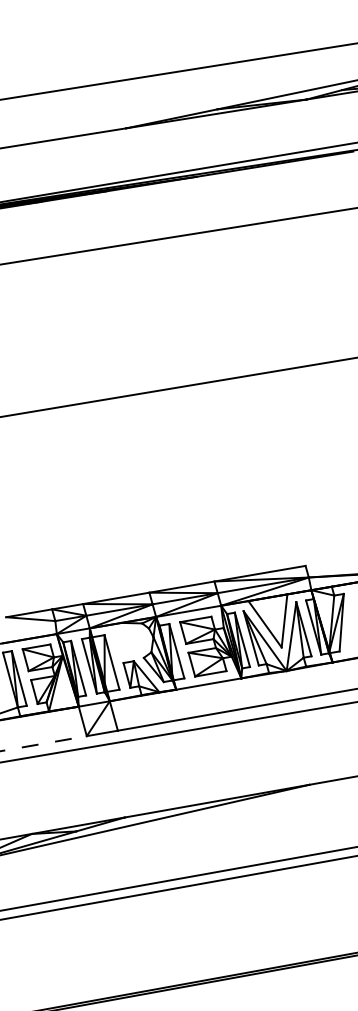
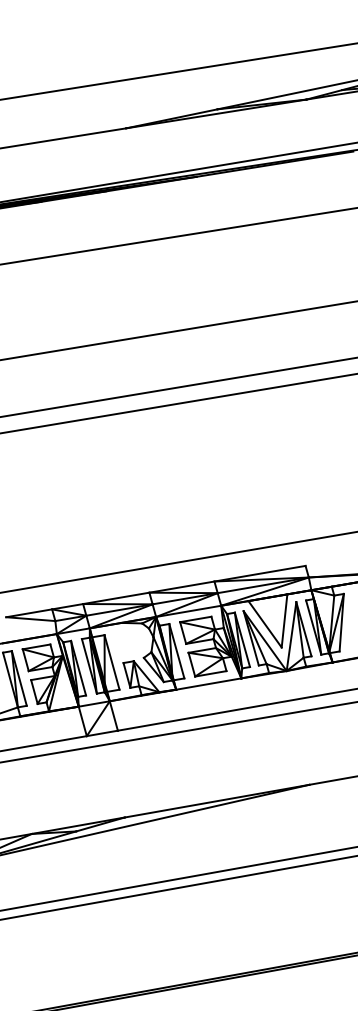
line at (178, 330): none -> present
line at (178, 403): none -> present
line at (178, 562): none -> present
line at (43, 743): dashed -> solid
